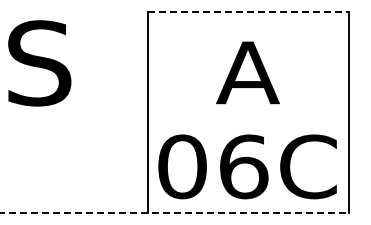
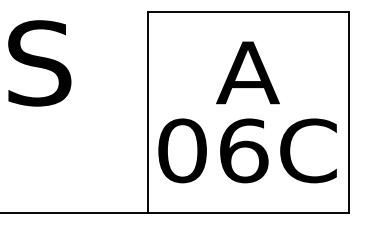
line at (248, 11): dashed -> solid
text at (247, 166) position: (247, 166) -> (247, 150)
line at (175, 213): dashed -> solid
